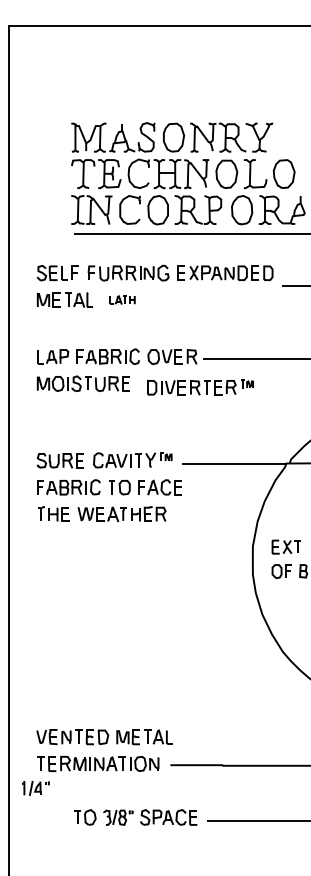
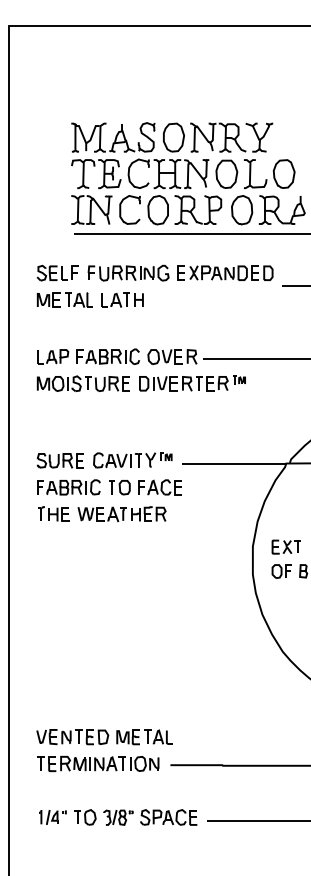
part at (122, 299) size: 27x10 px -> 43x16 px
part at (200, 387) position: (200, 387) -> (192, 383)
part at (35, 788) position: (35, 788) -> (52, 817)
